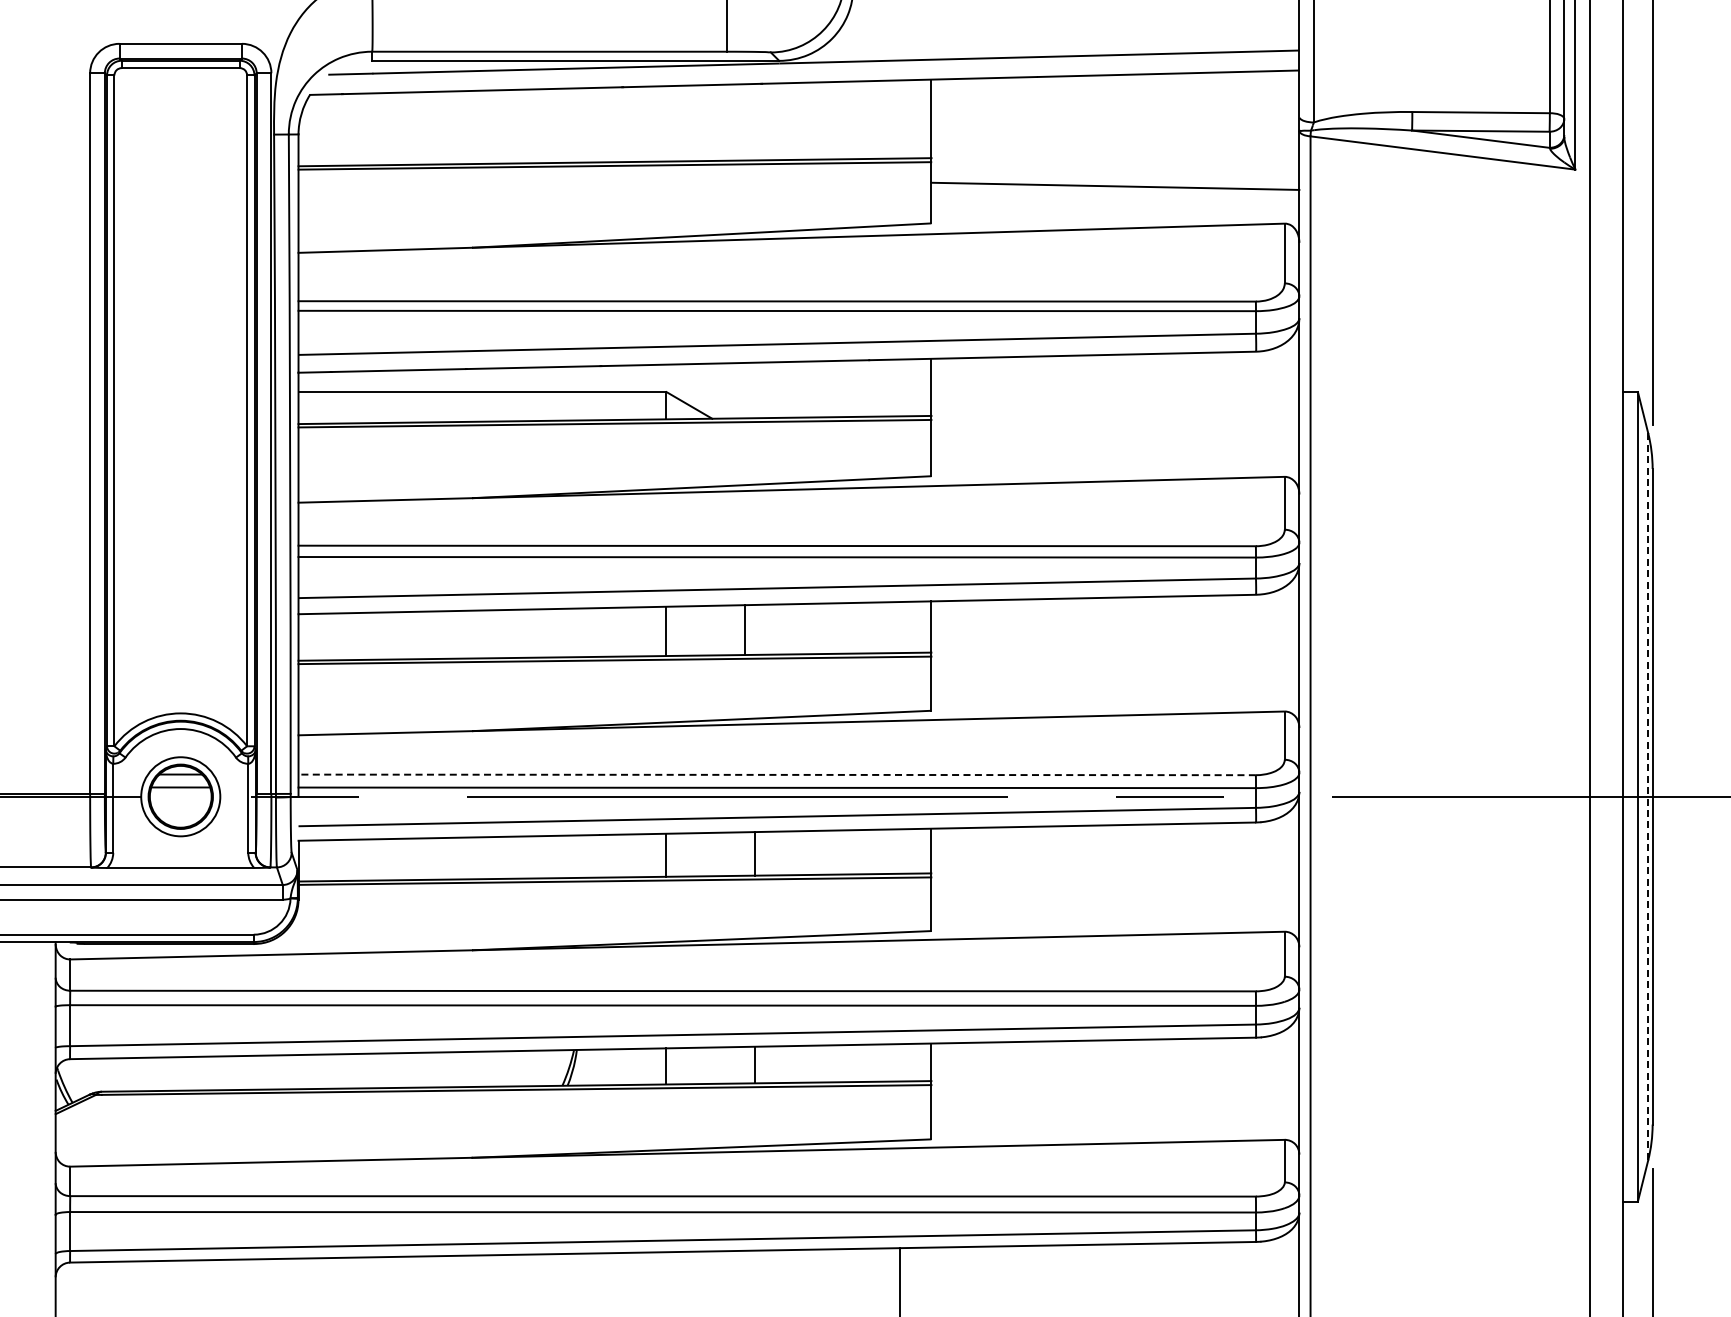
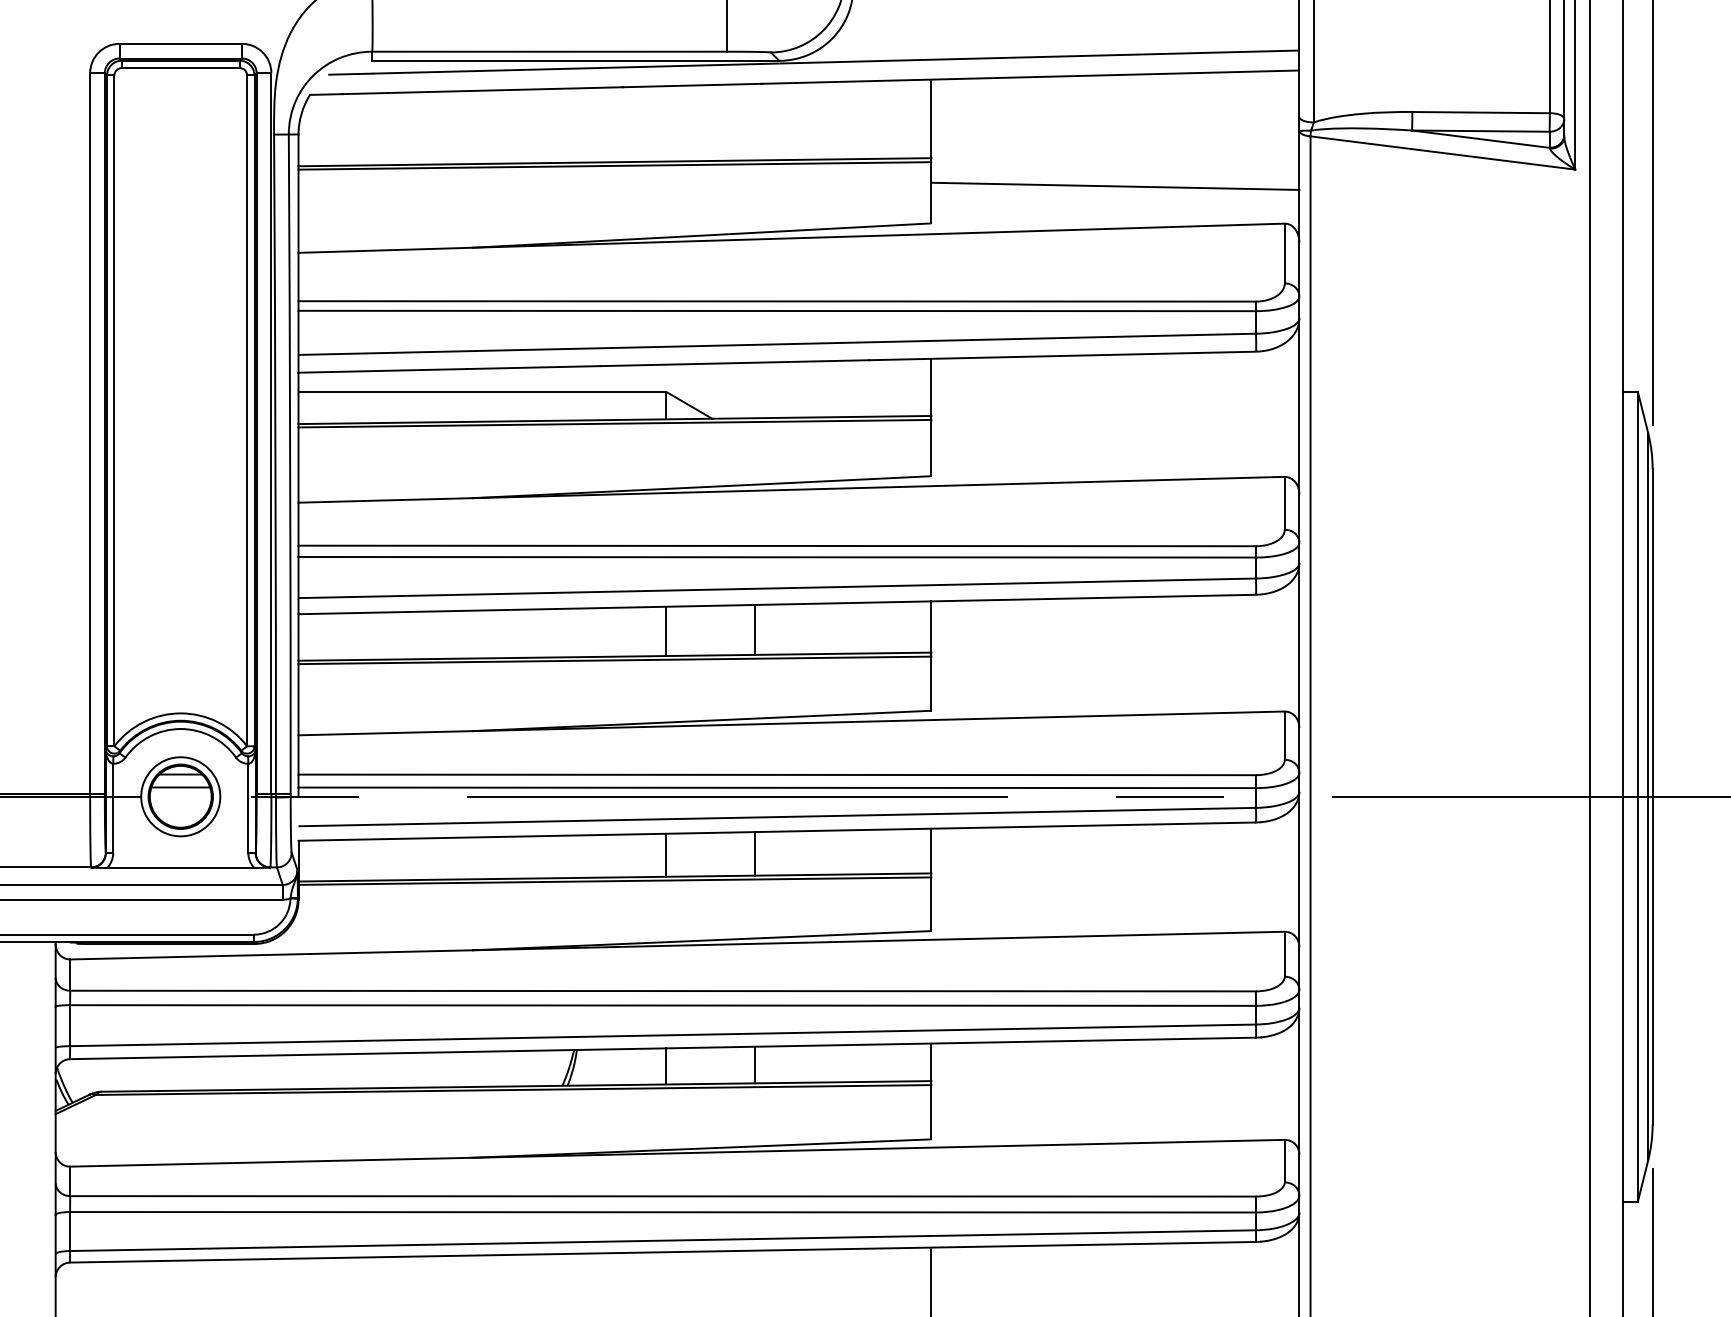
line at (744, 629) position: (744, 629) -> (754, 629)
line at (777, 774): dashed -> solid
line at (1648, 797): dashed -> solid
line at (900, 1280) position: (900, 1280) -> (931, 1280)
